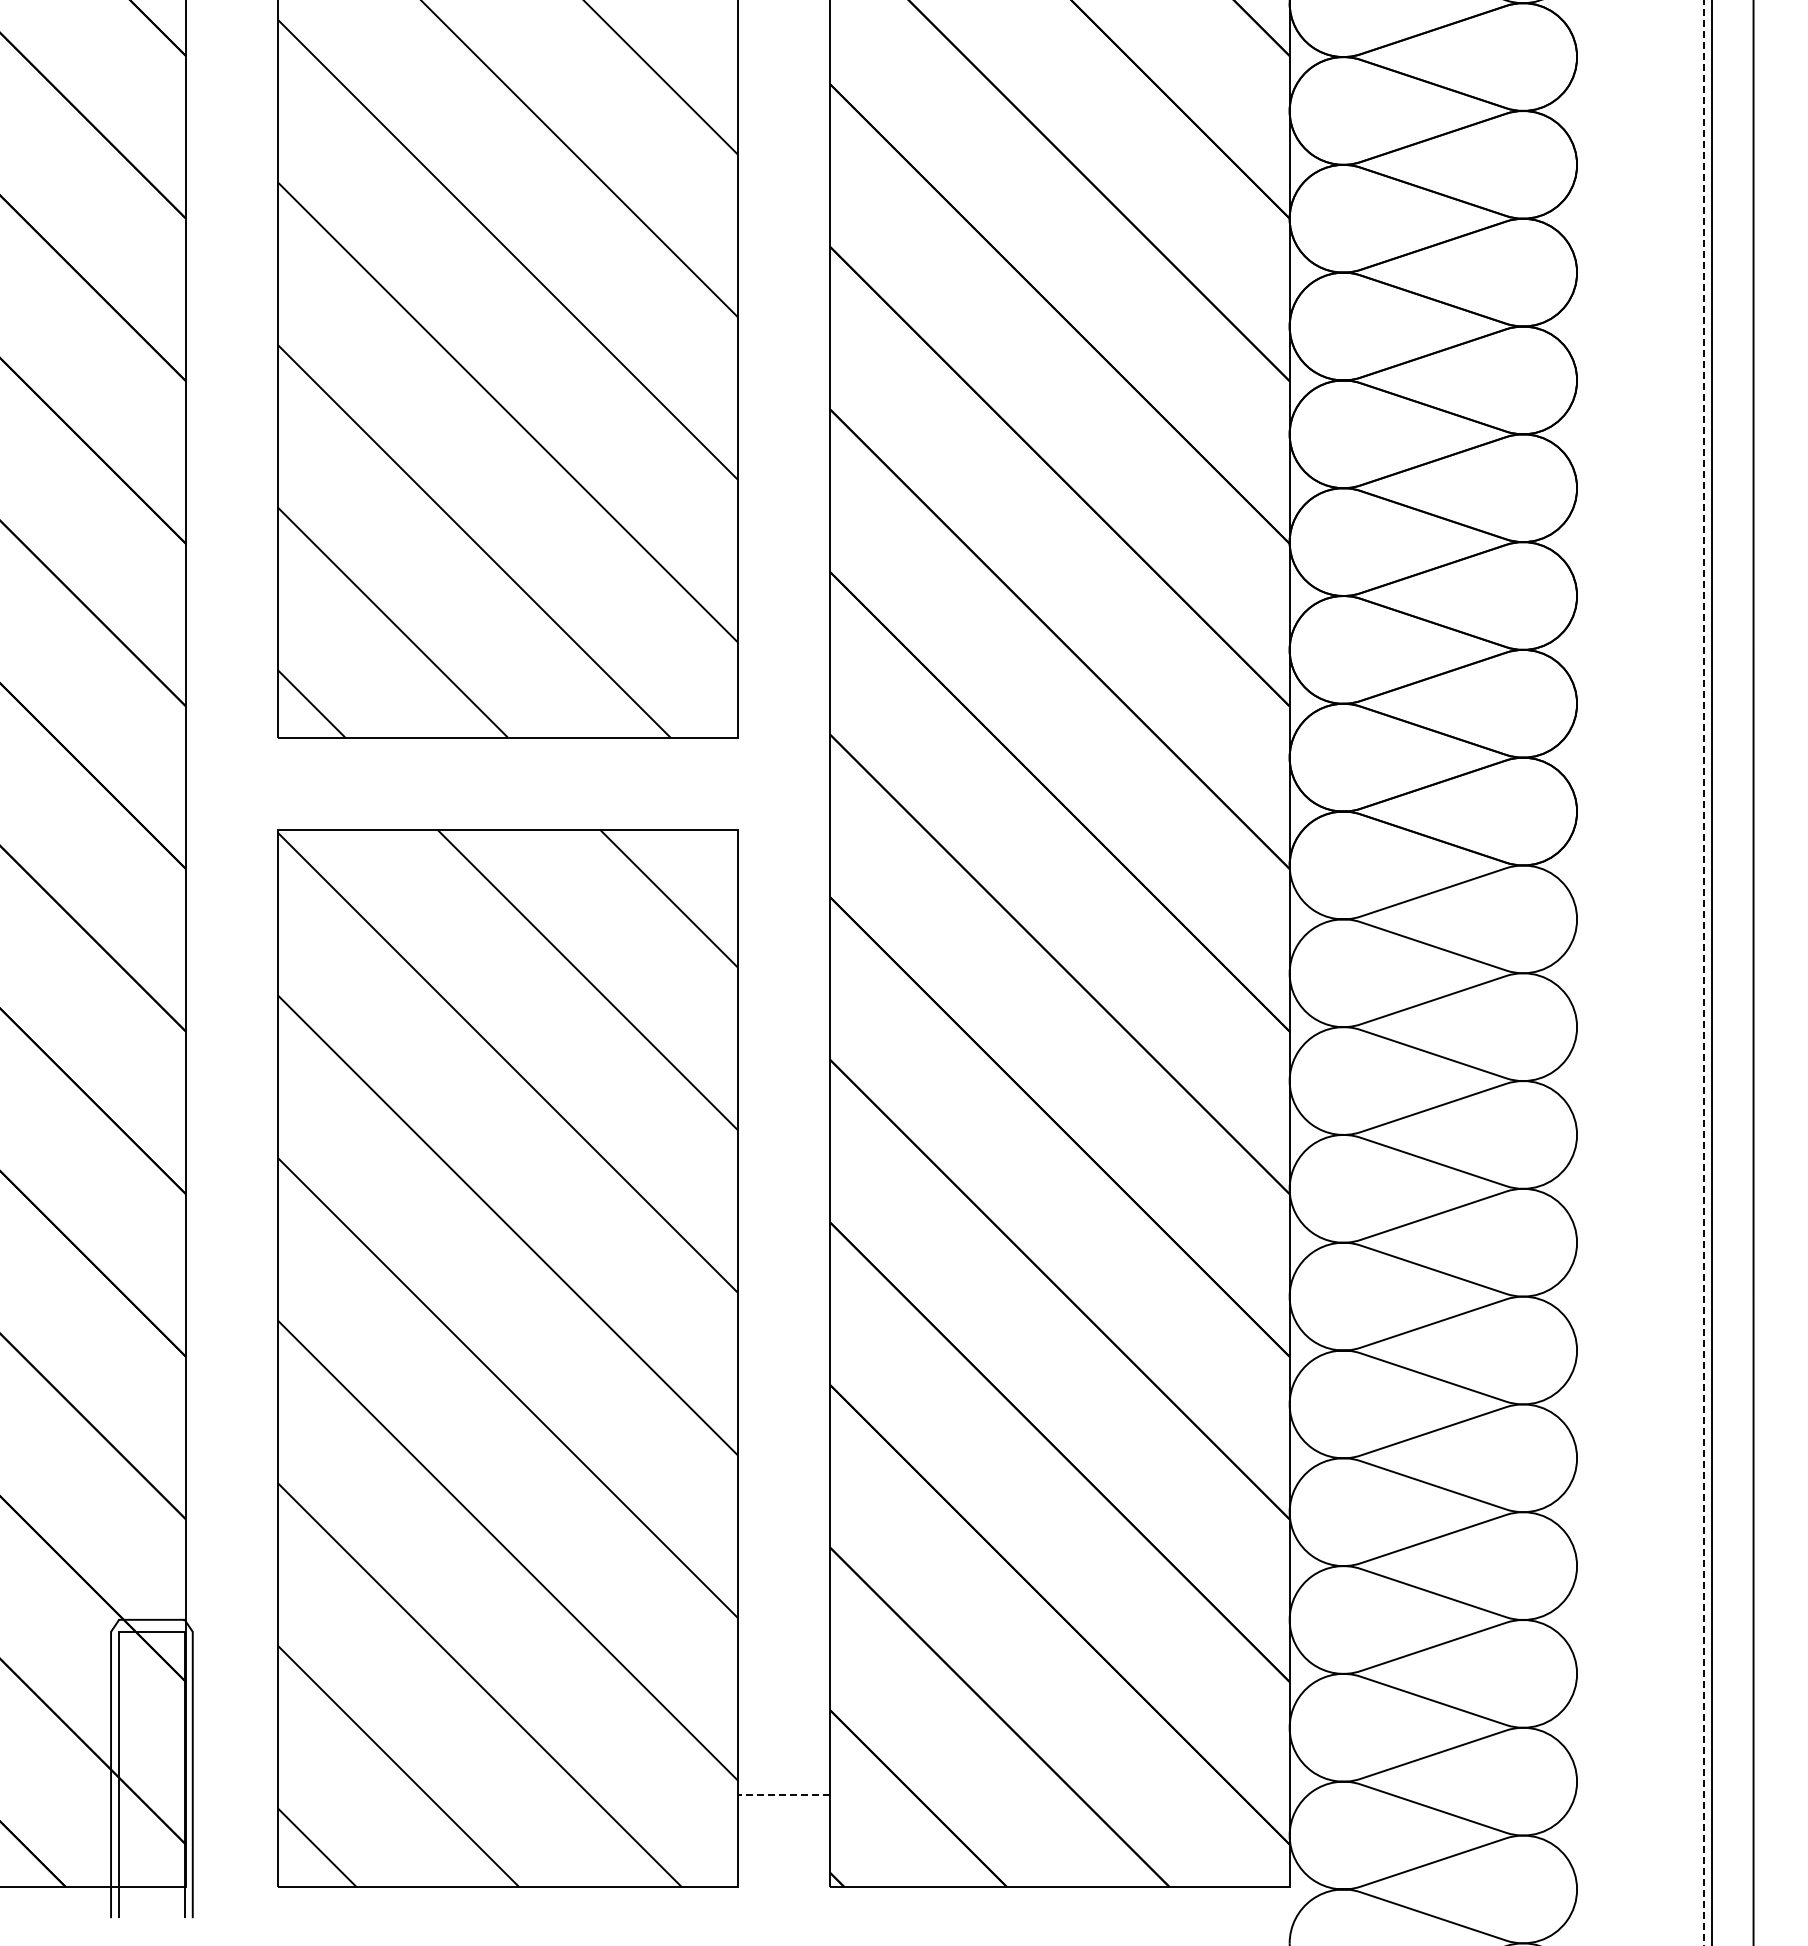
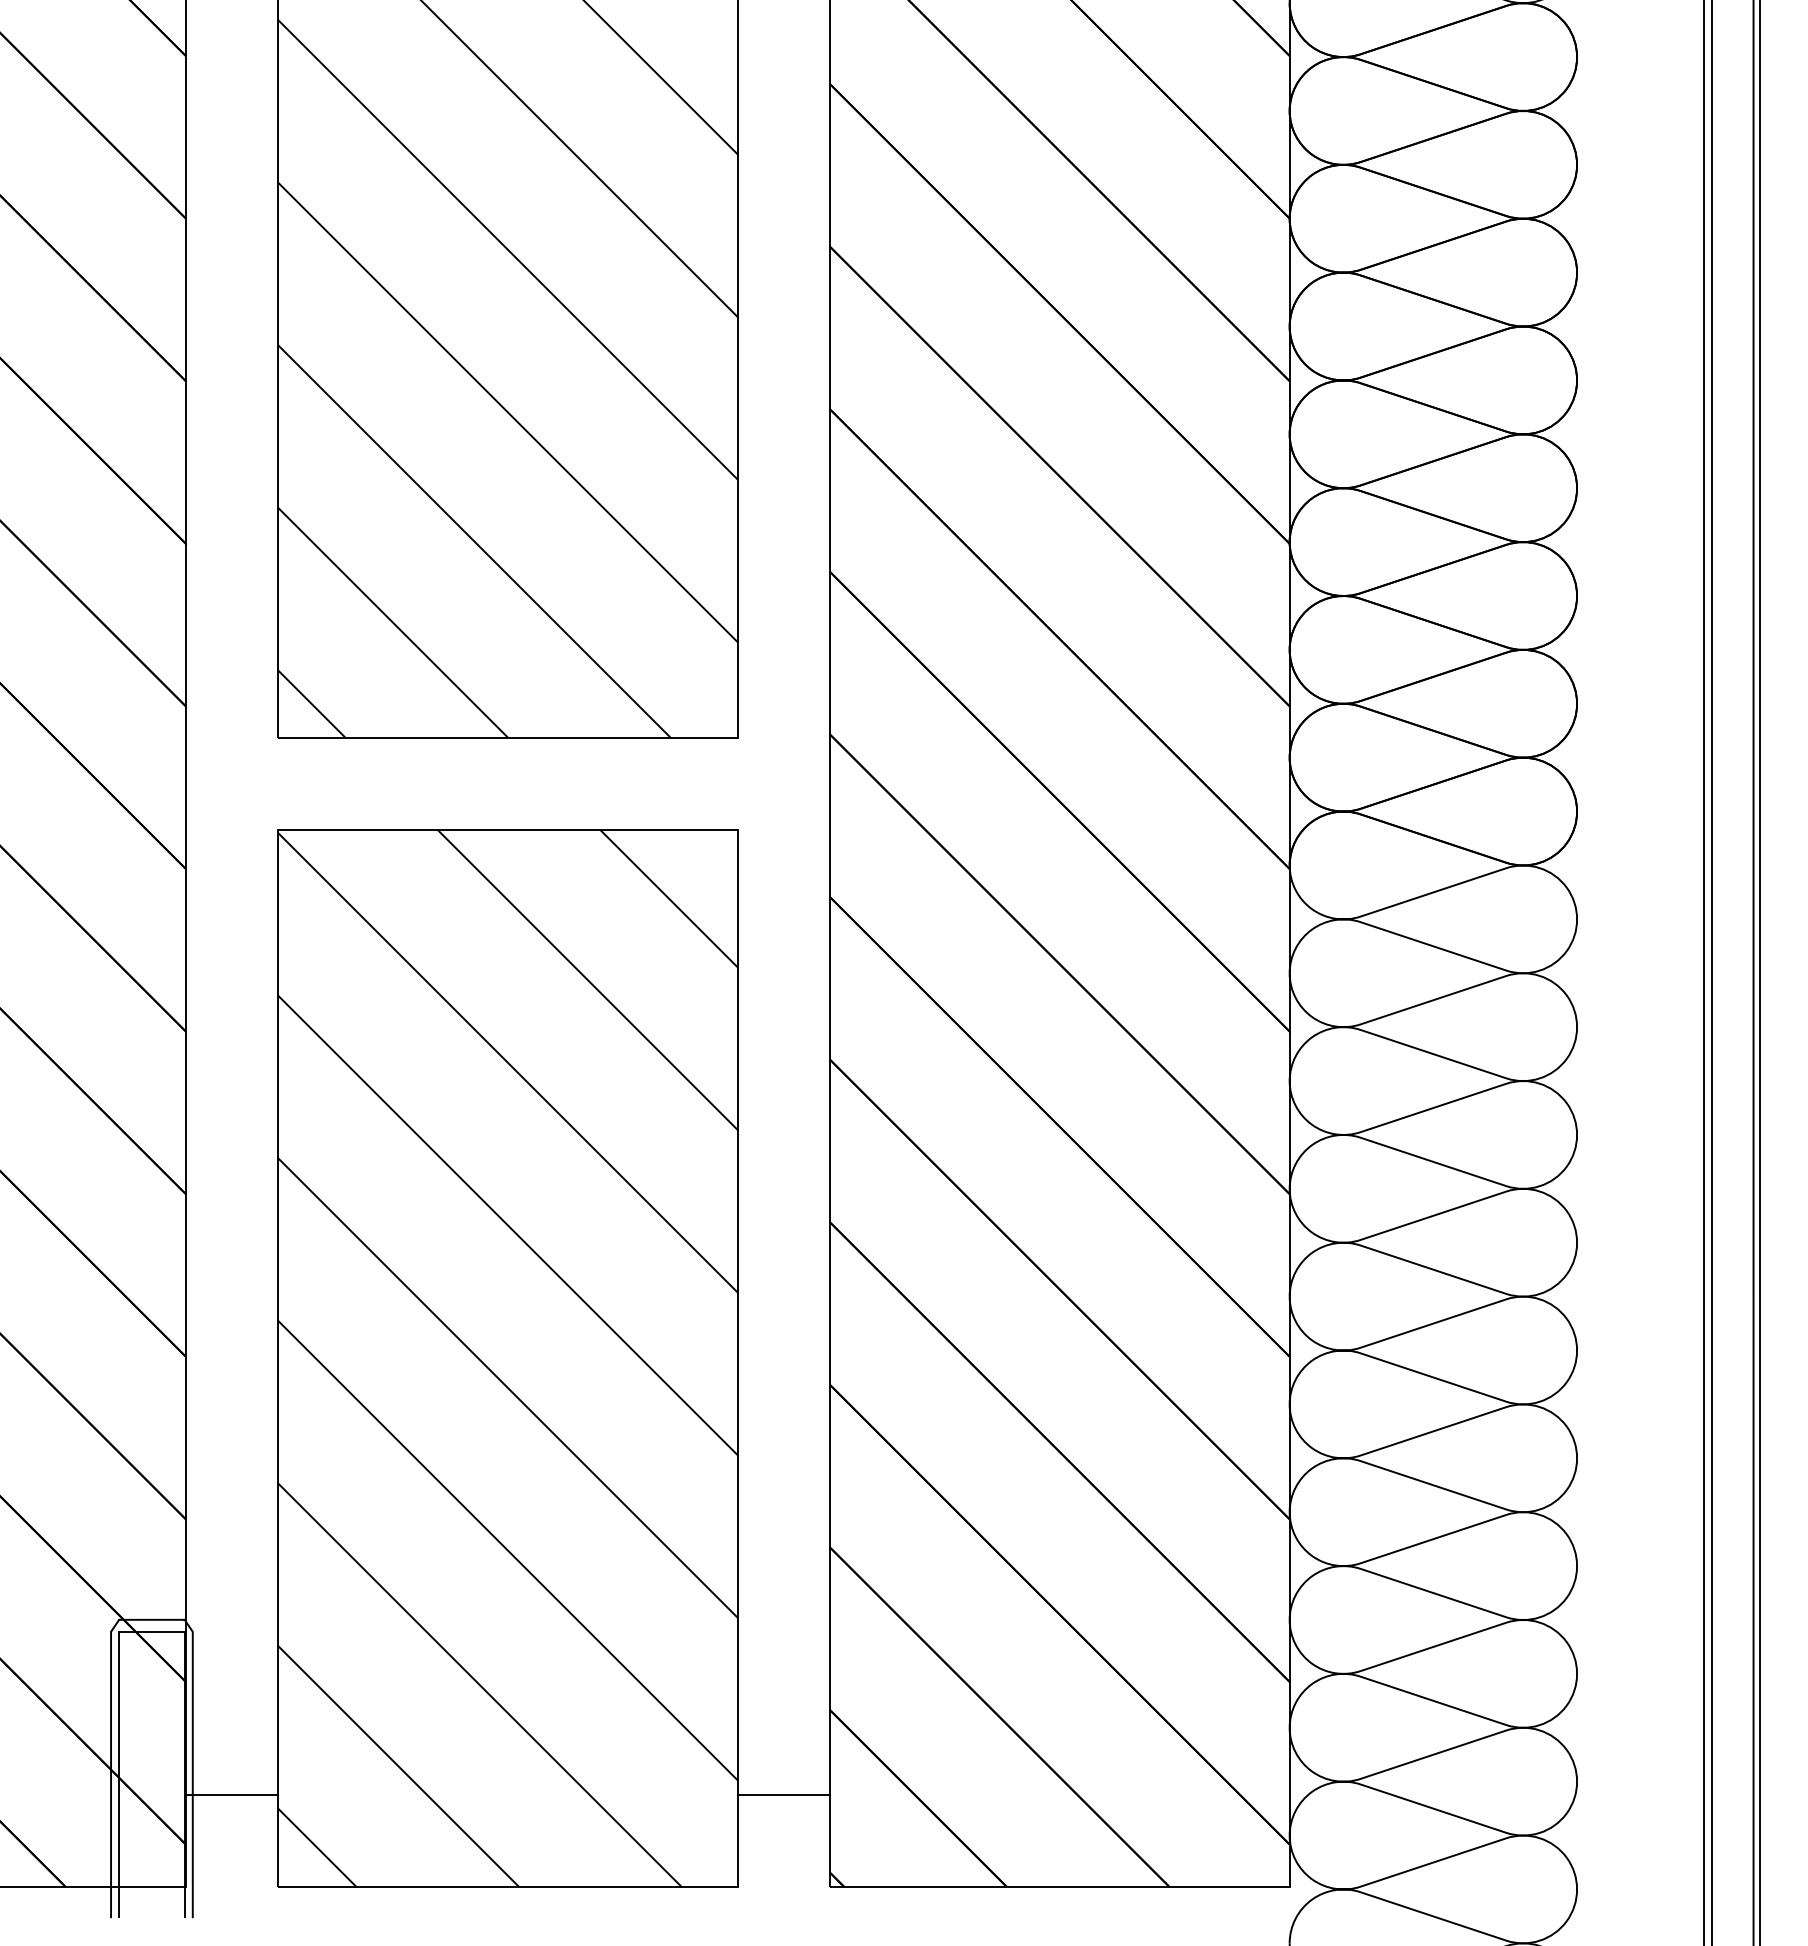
line at (1759, 972): none -> present
line at (1703, 973): dashed -> solid
line at (231, 1795): none -> present
line at (783, 1795): dashed -> solid
